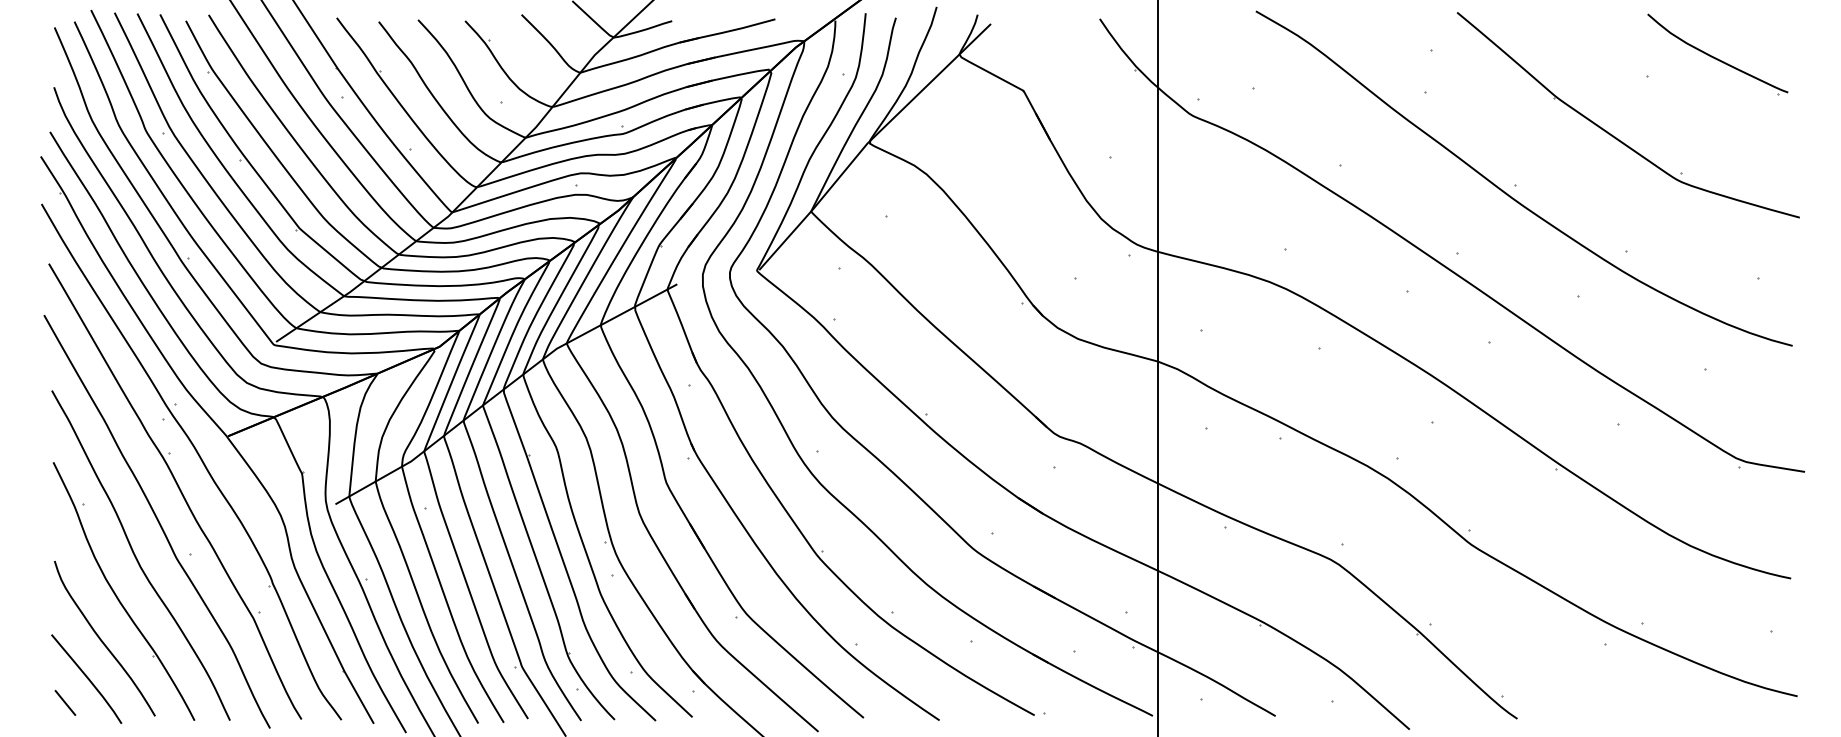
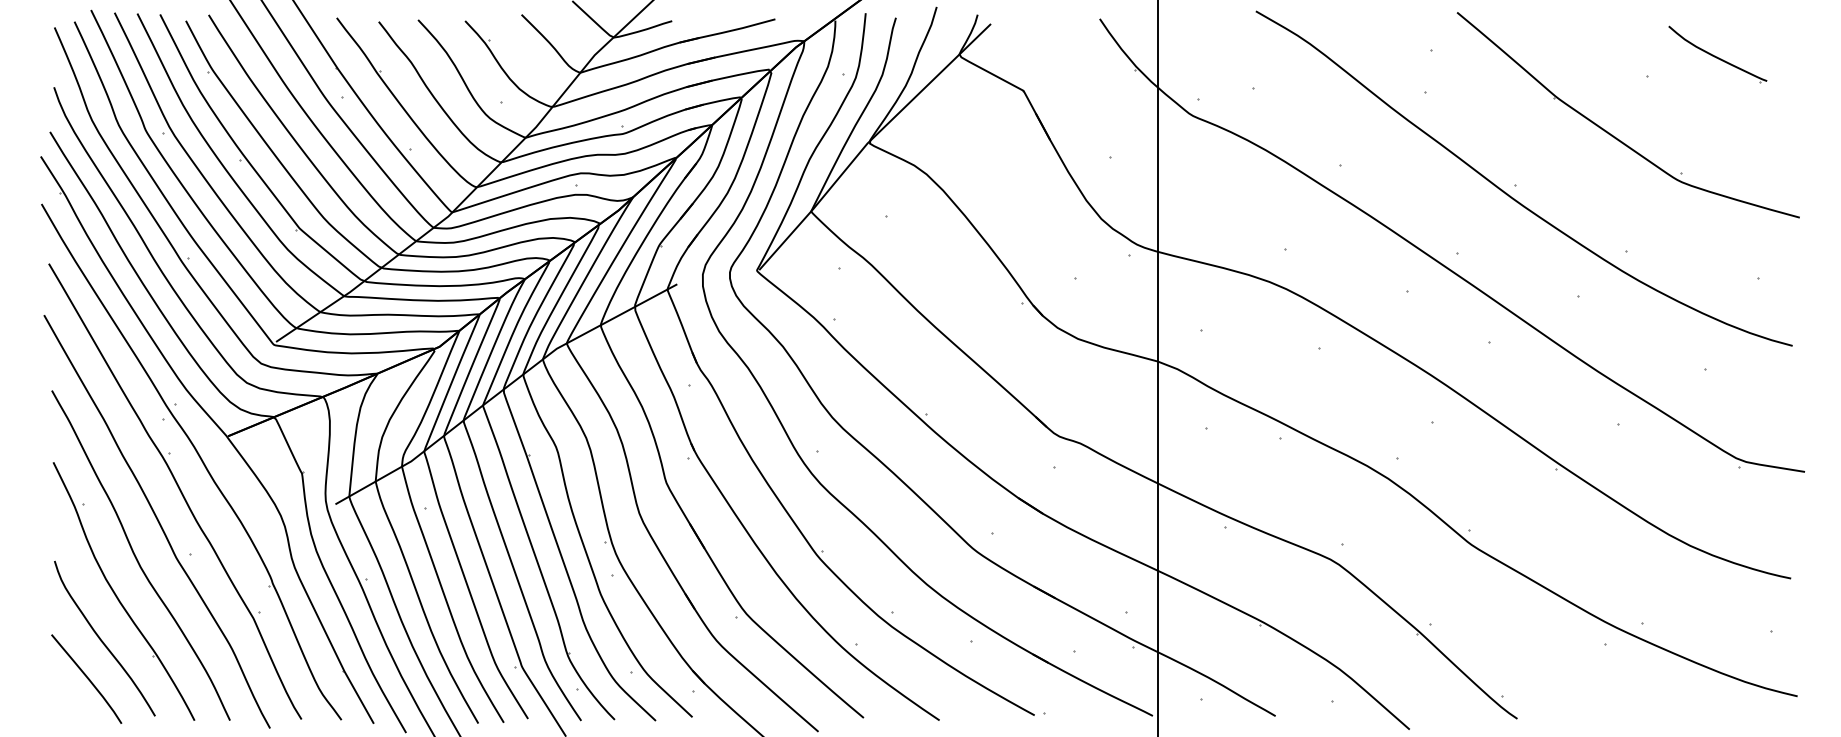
part at (1717, 54) size: 142x83 px -> 100x59 px
line at (65, 702): present -> none
